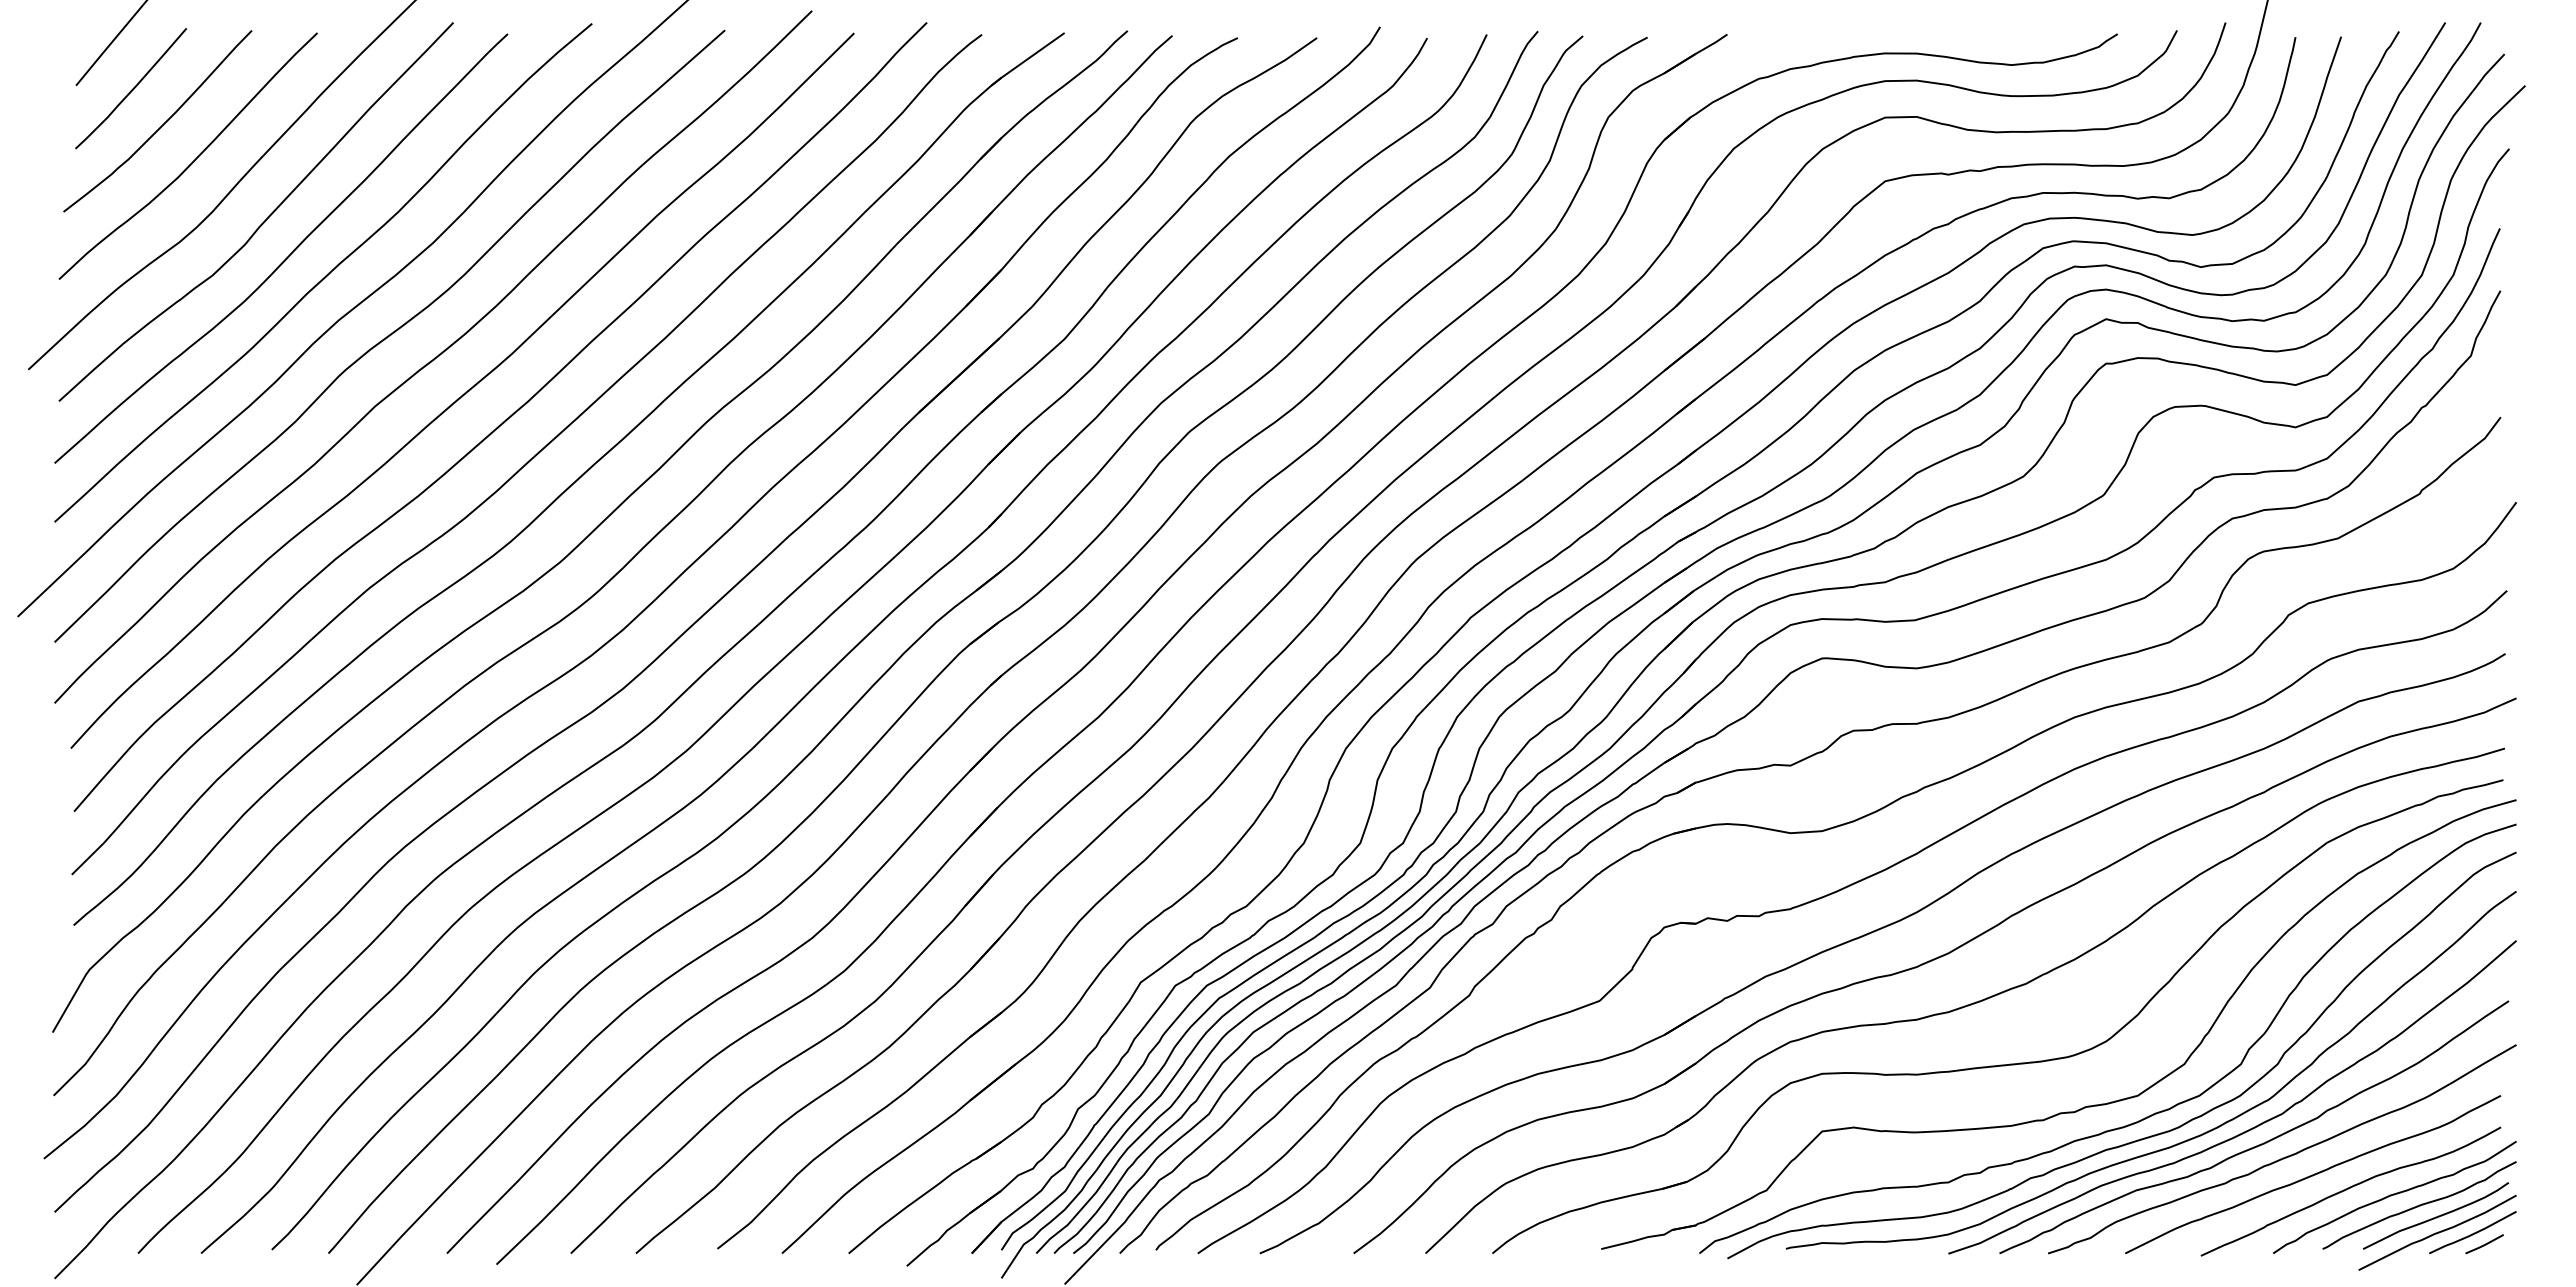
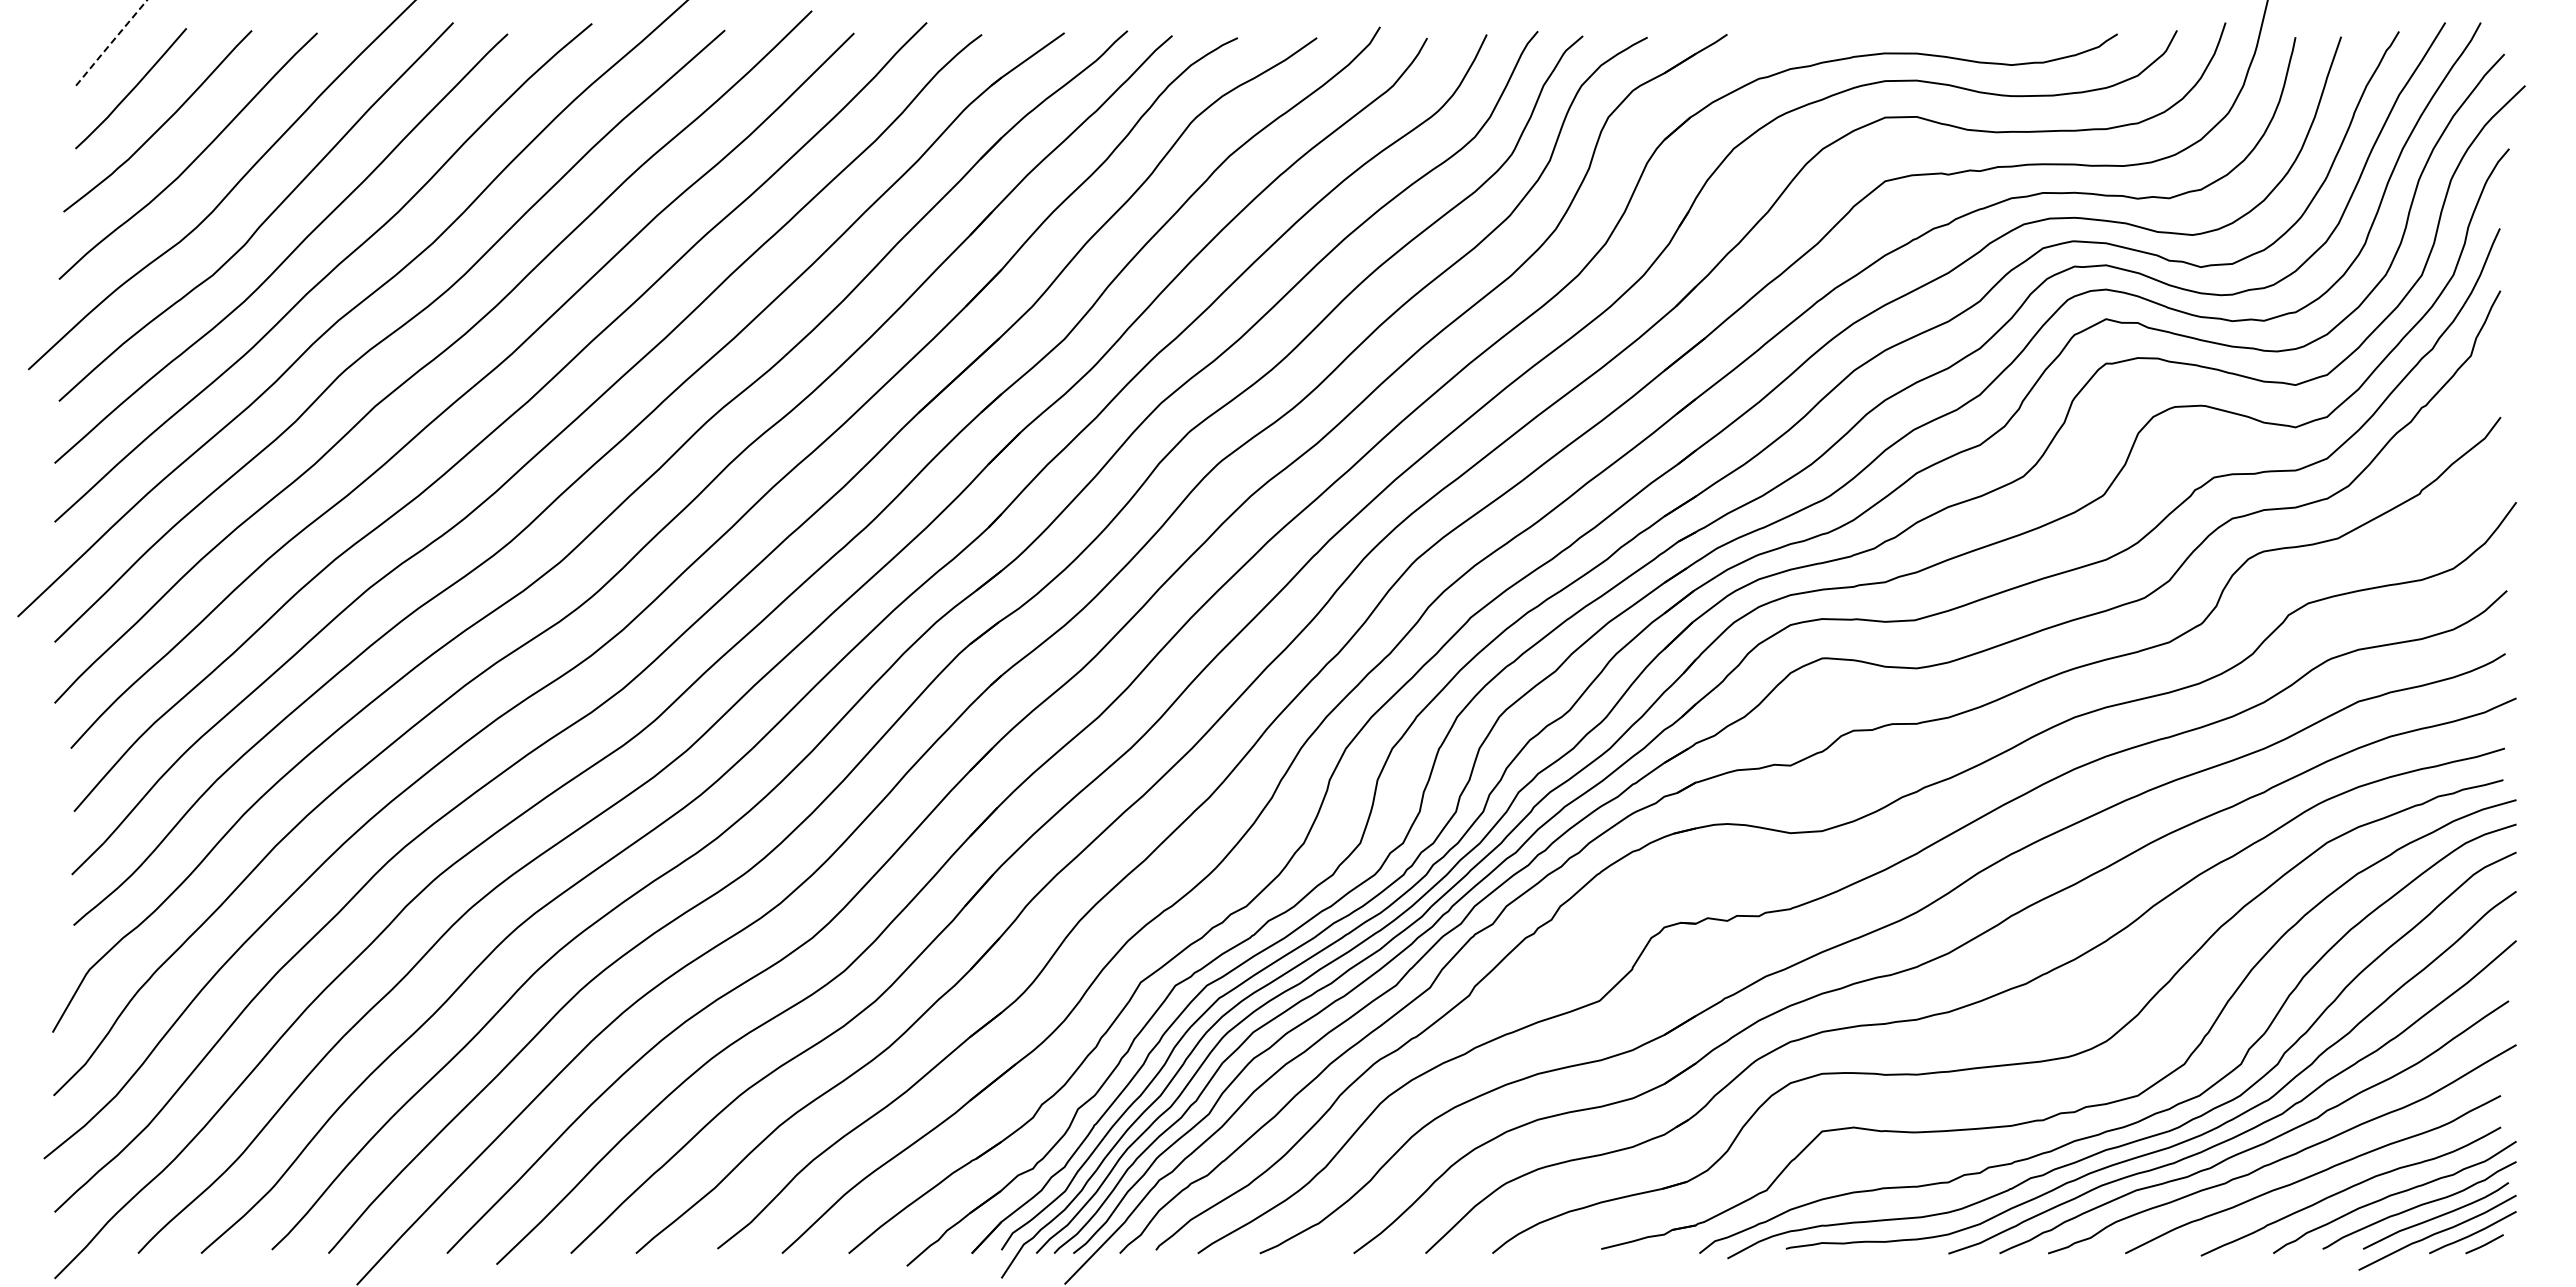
line at (111, 43): solid -> dashed
